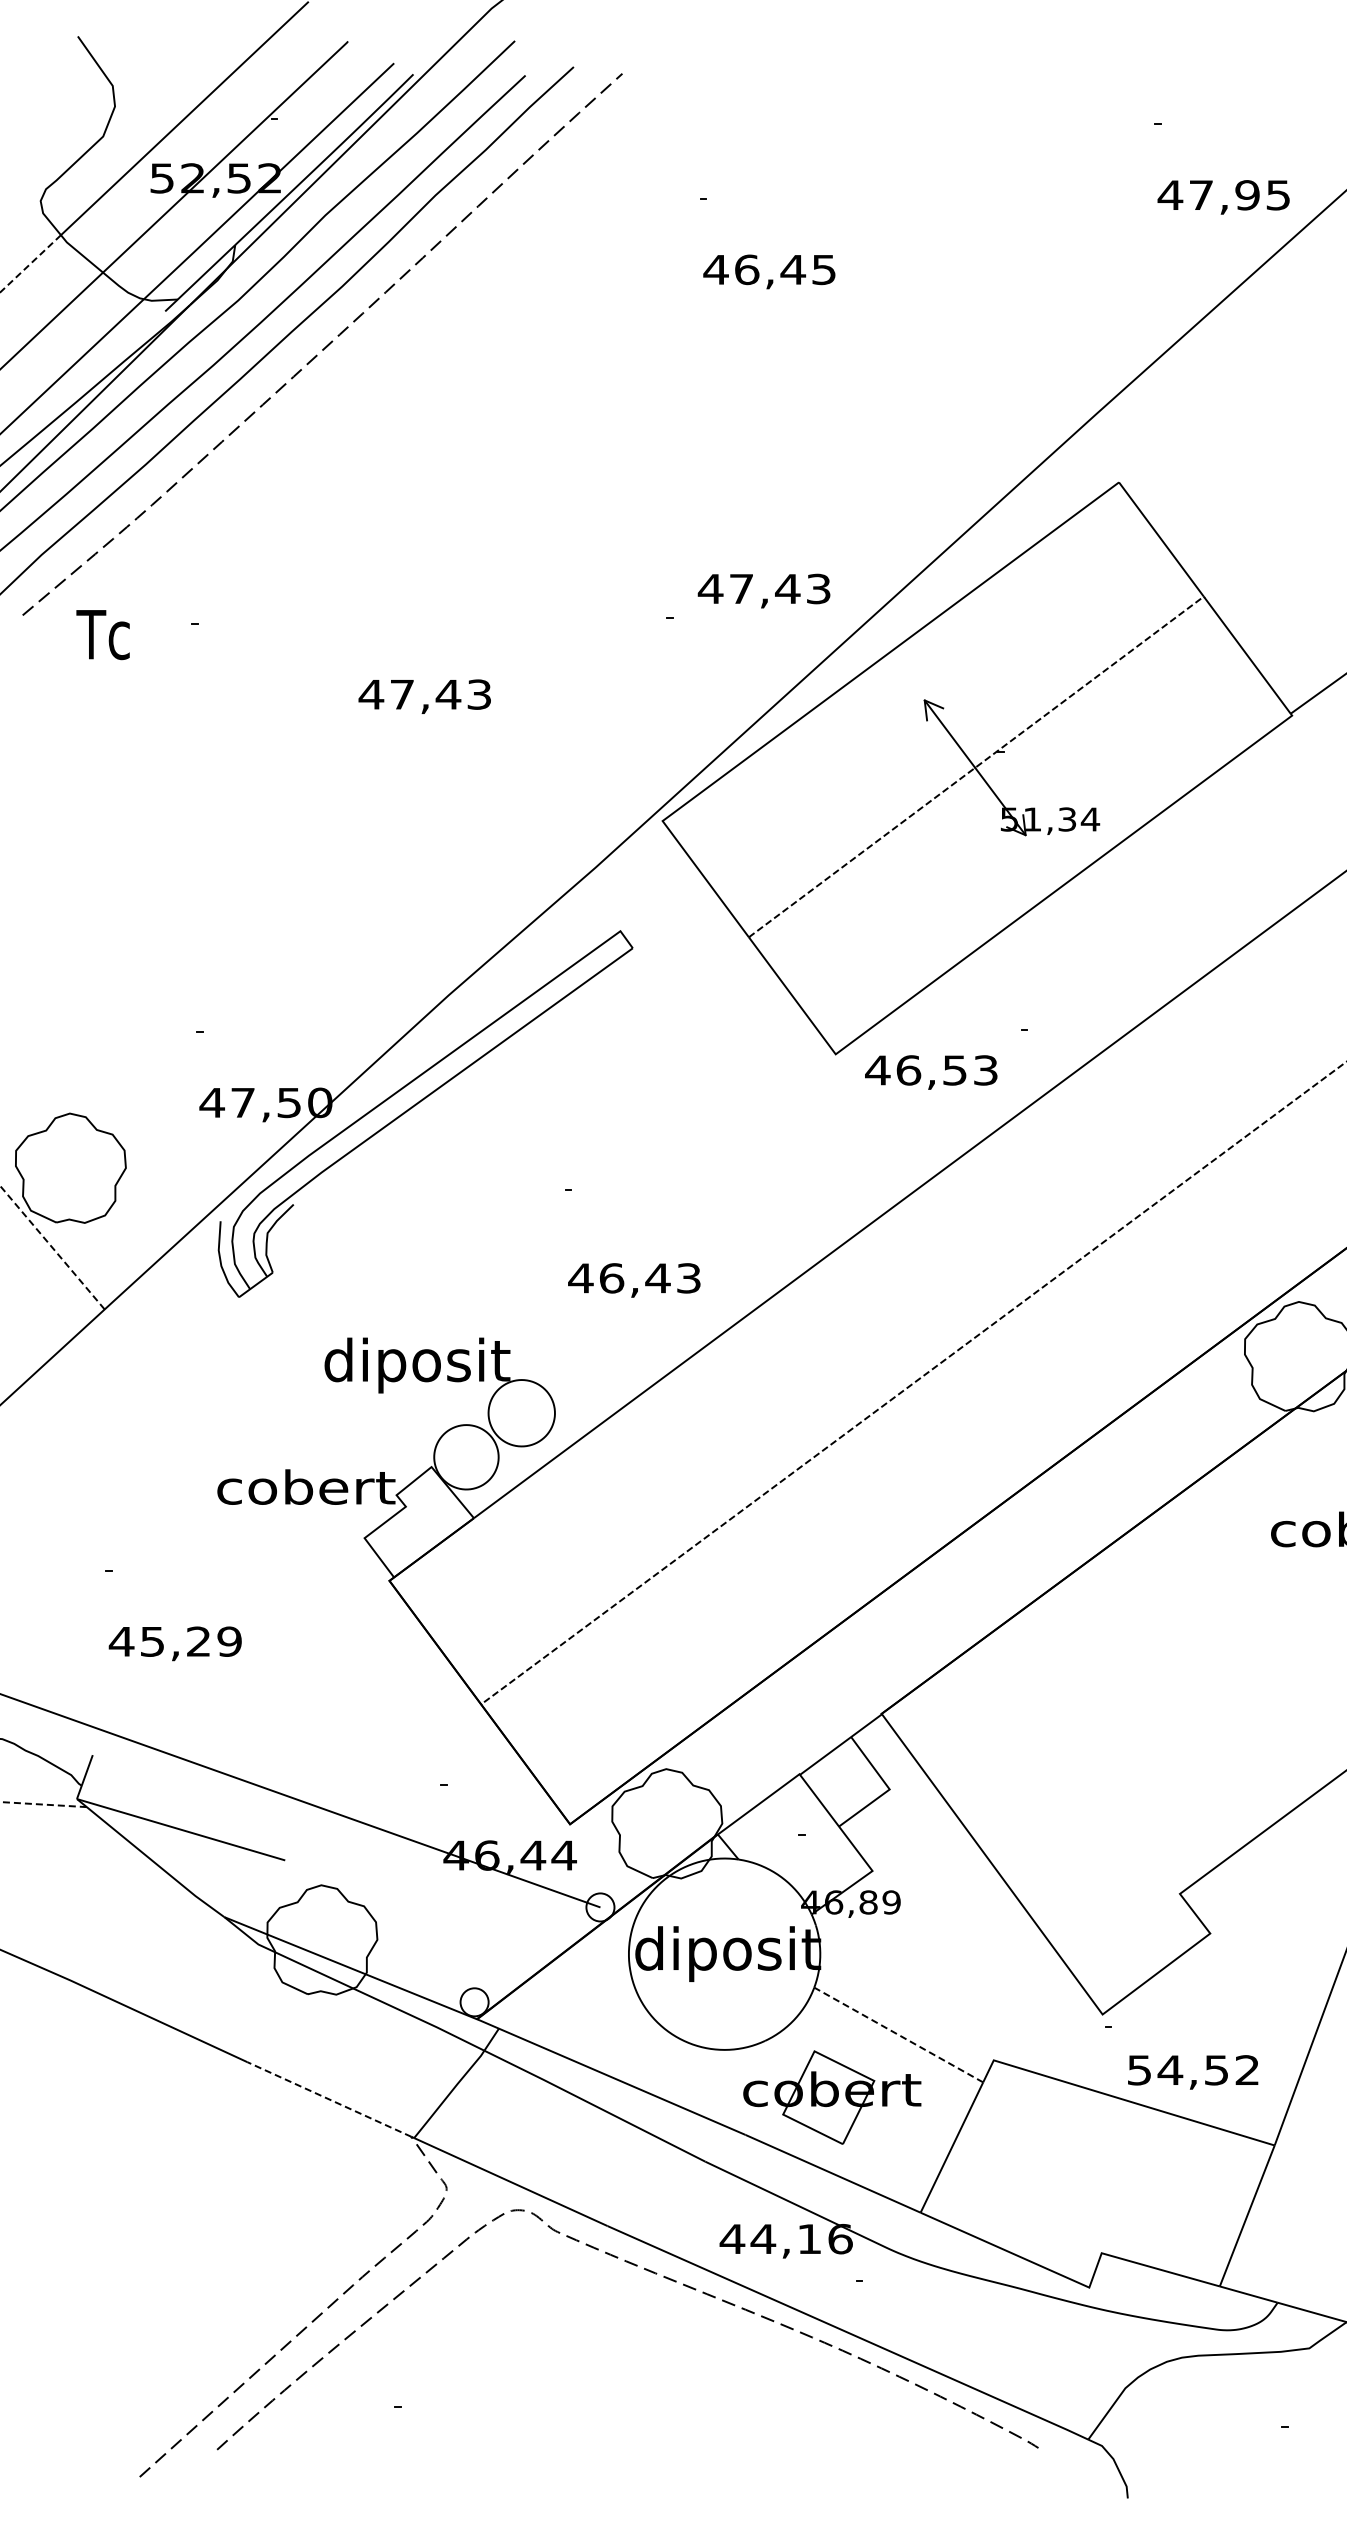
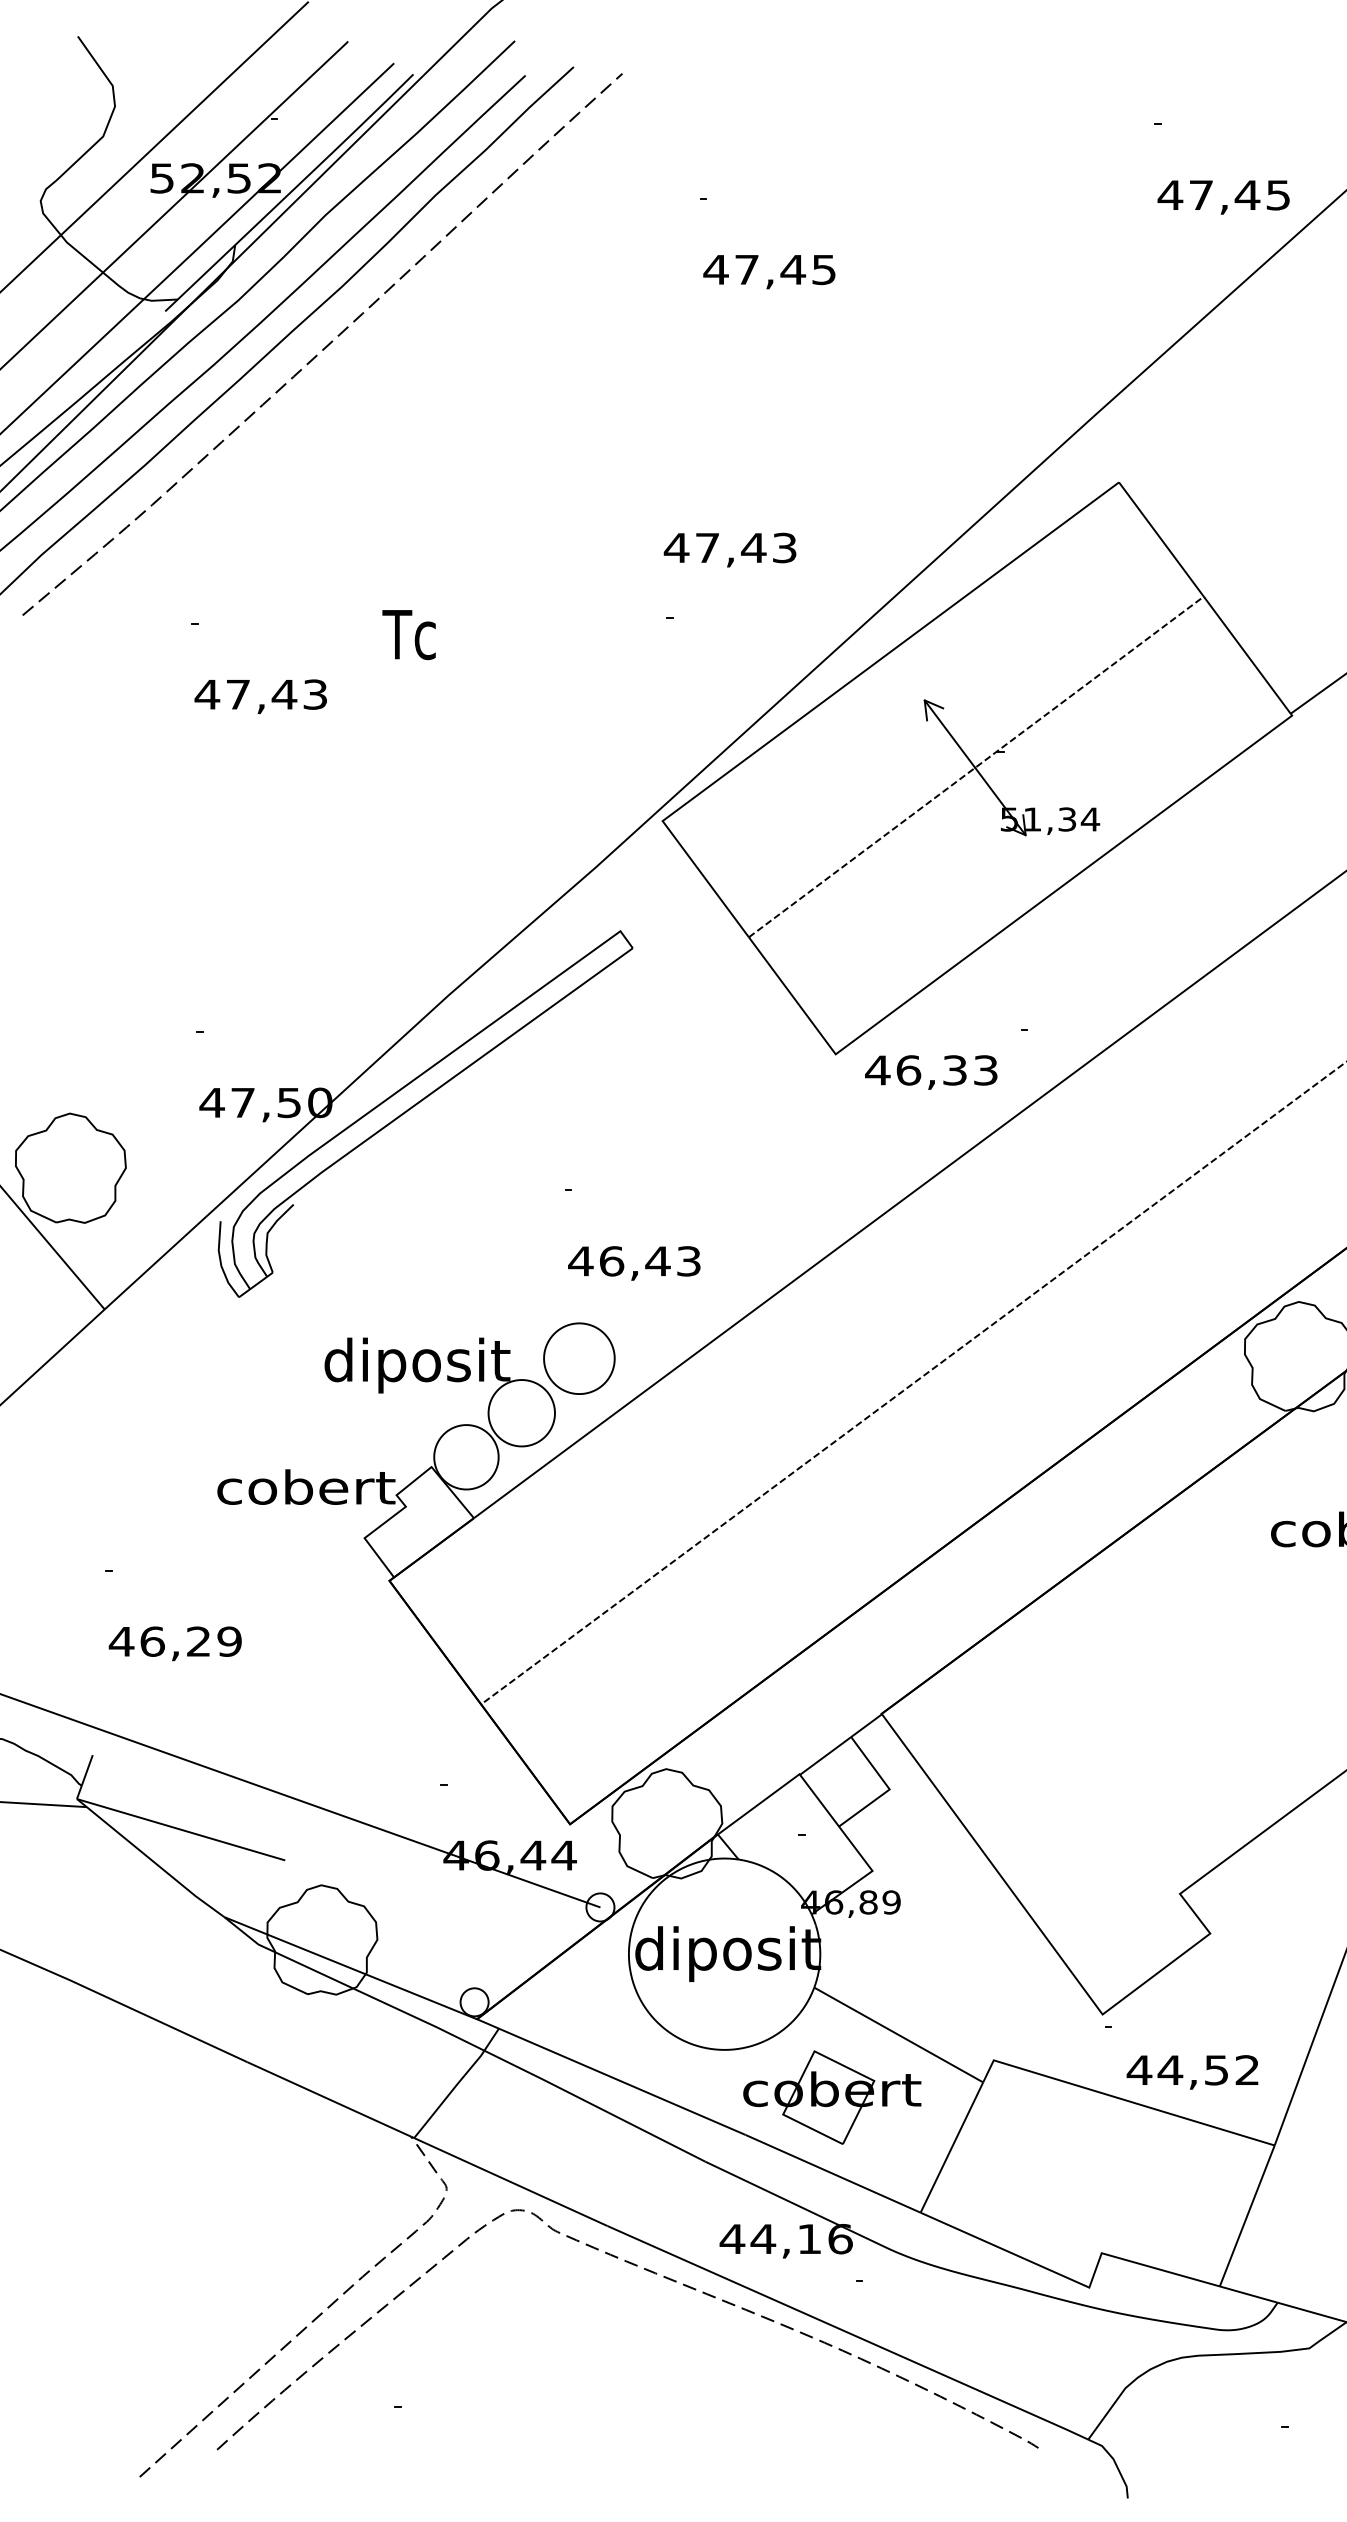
text at (1247, 195): 47,95 -> 47,45
line at (30, 263): dashed -> solid
text at (747, 269): 46,45 -> 47,45
text at (763, 590) position: (763, 590) -> (729, 549)
text at (102, 635) position: (102, 635) -> (408, 635)
text at (424, 696) position: (424, 696) -> (260, 696)
text at (955, 1070): 46,53 -> 46,33
line at (52, 1247): dashed -> solid
text at (634, 1280) position: (634, 1280) -> (634, 1263)
part at (579, 1358): none -> present
text at (152, 1641): 45,29 -> 46,29
line at (43, 1804): dashed -> solid
line at (898, 2035): dashed -> solid
text at (1139, 2070): 54,52 -> 44,52
line at (328, 2099): dashed -> solid
